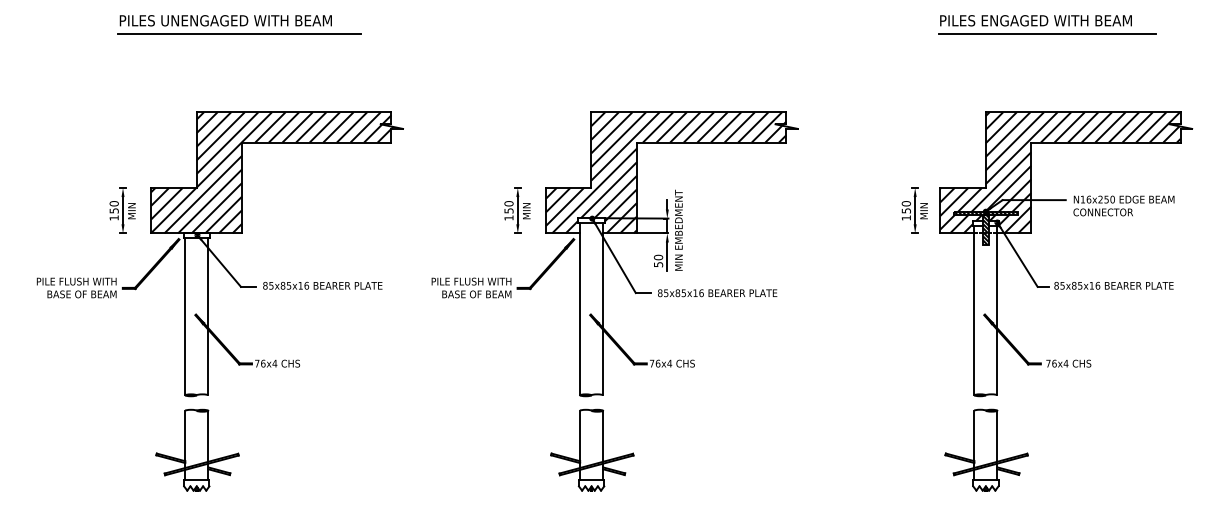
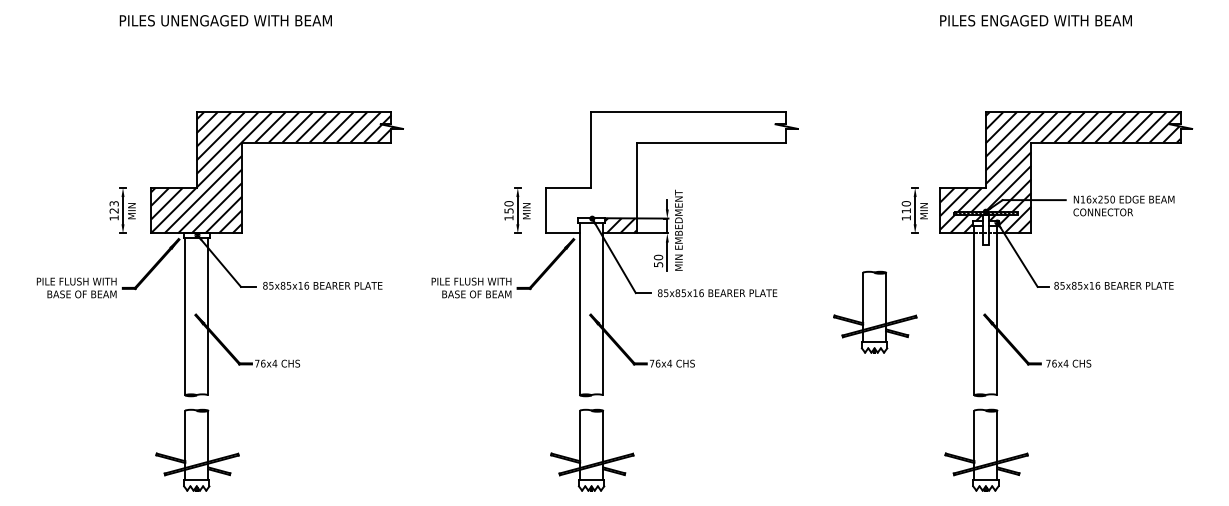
line at (239, 33): present -> none
line at (1047, 33): present -> none
hatch at (669, 172): present -> none
text at (113, 207): 150 -> 123
text at (905, 210): 150 -> 110
hatch at (985, 229): present -> none
part at (875, 311): none -> present
